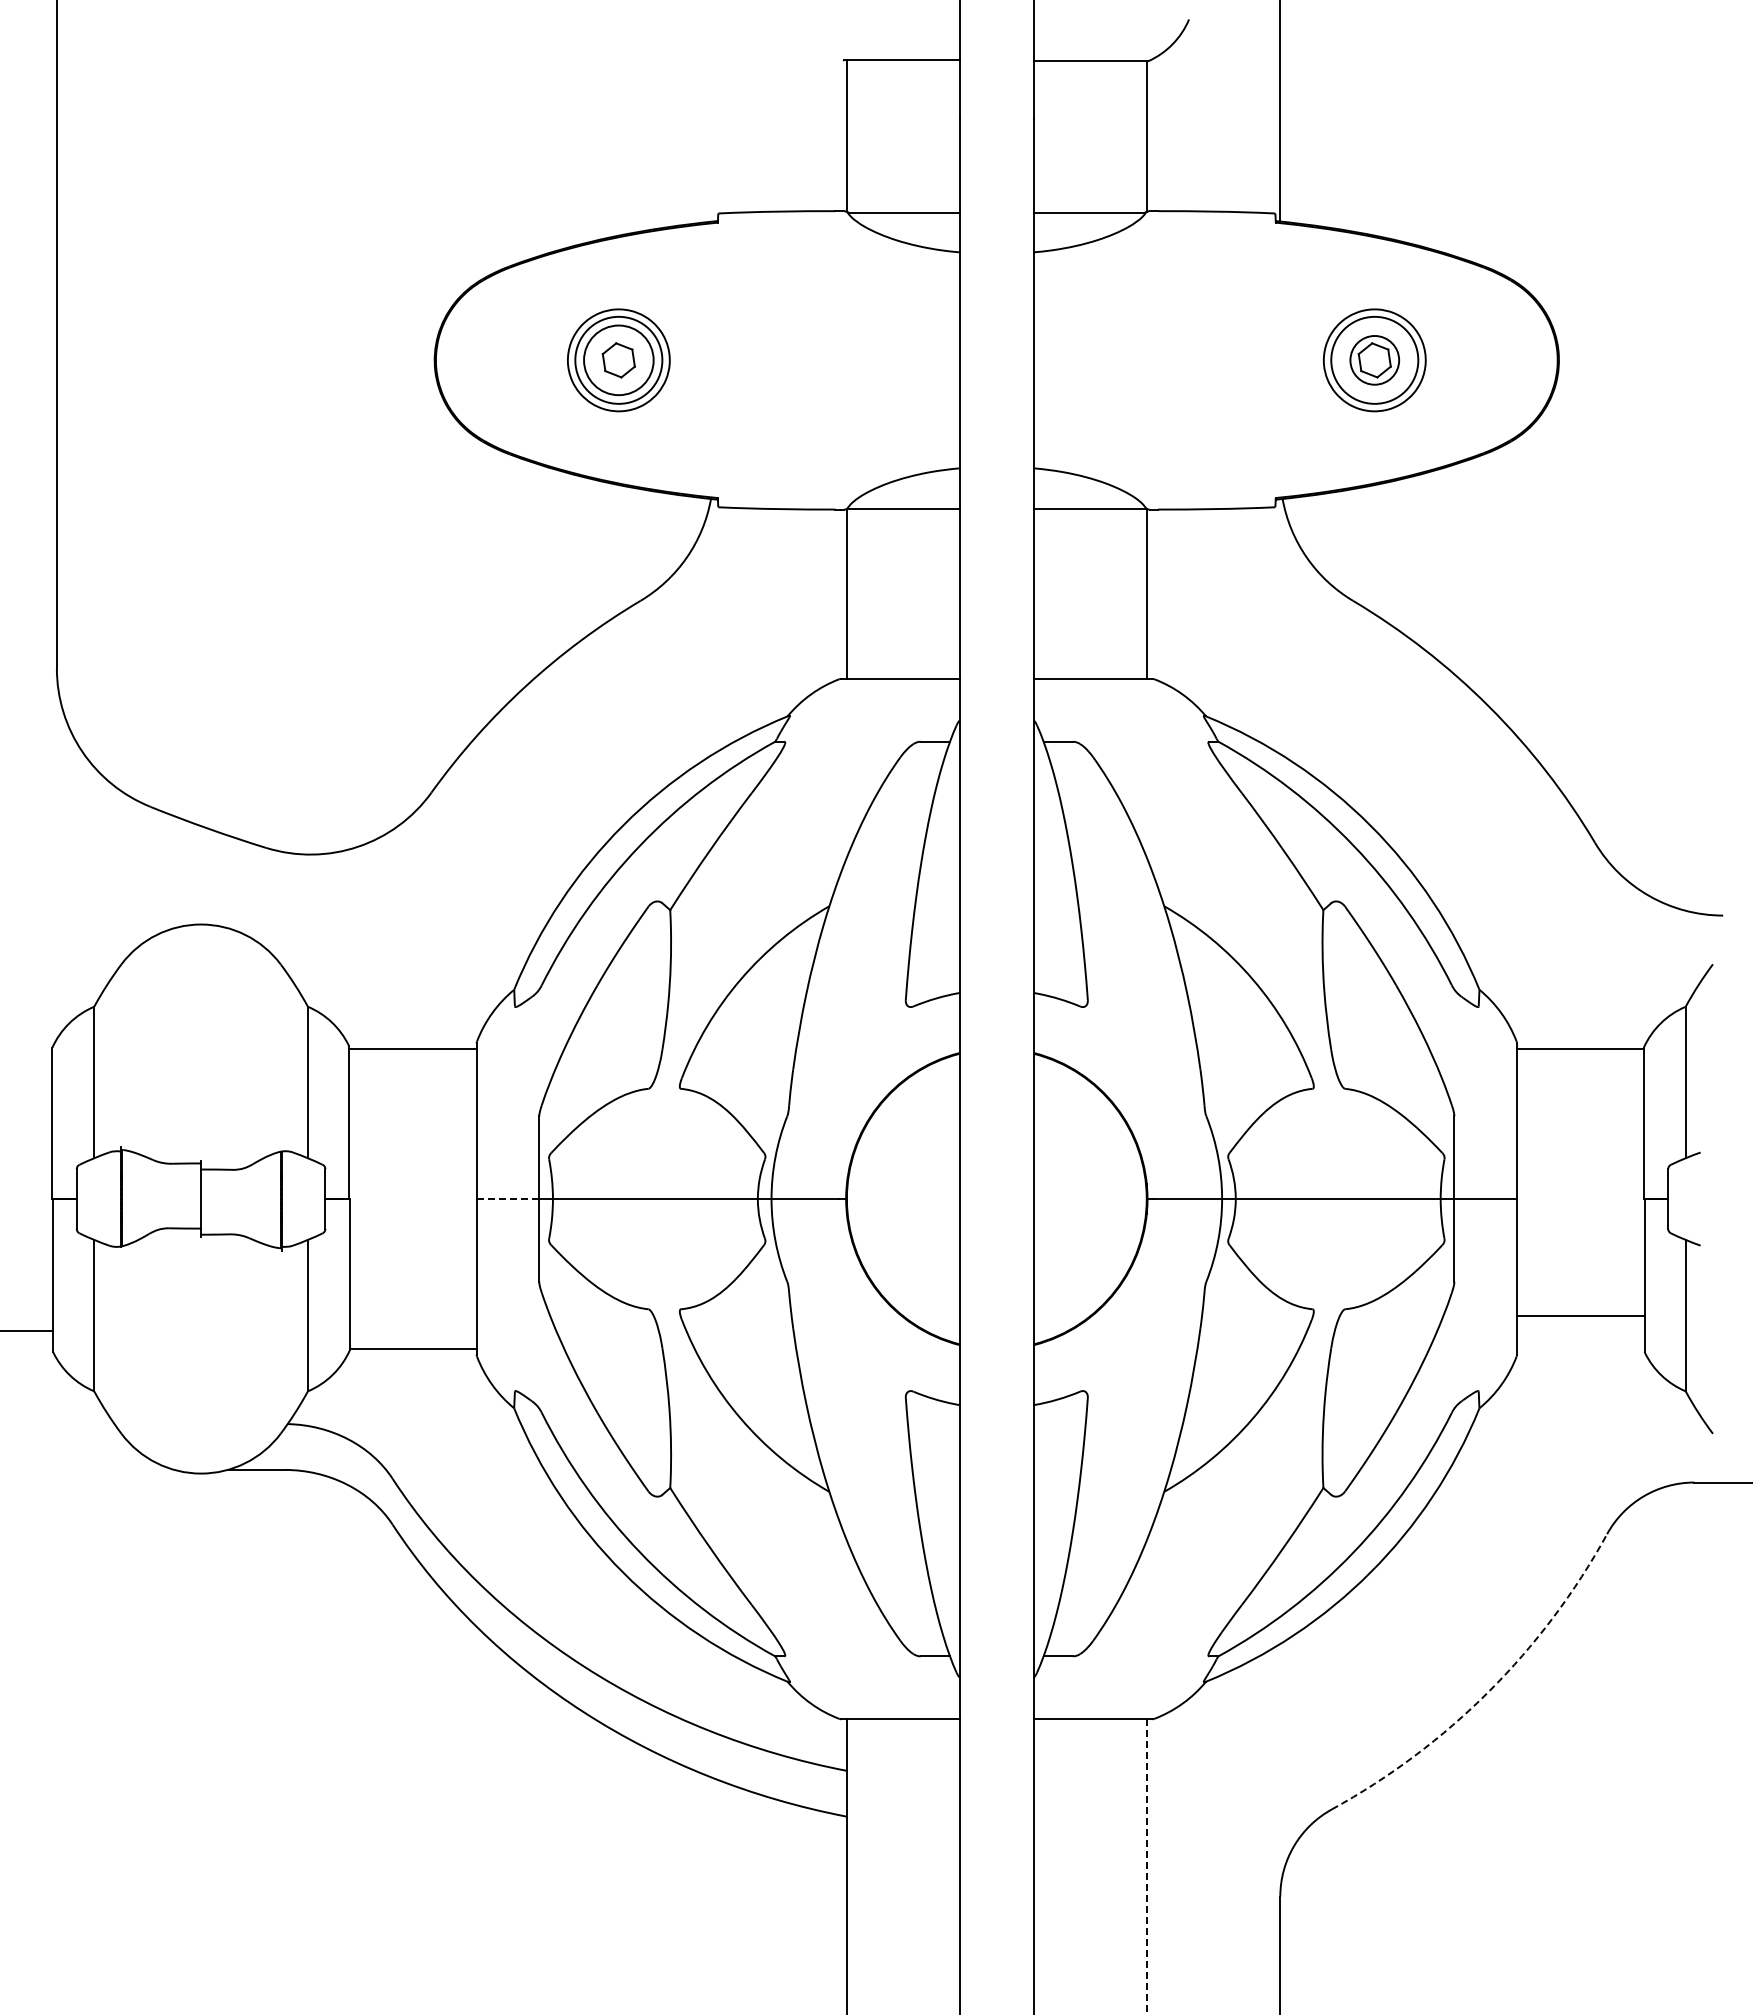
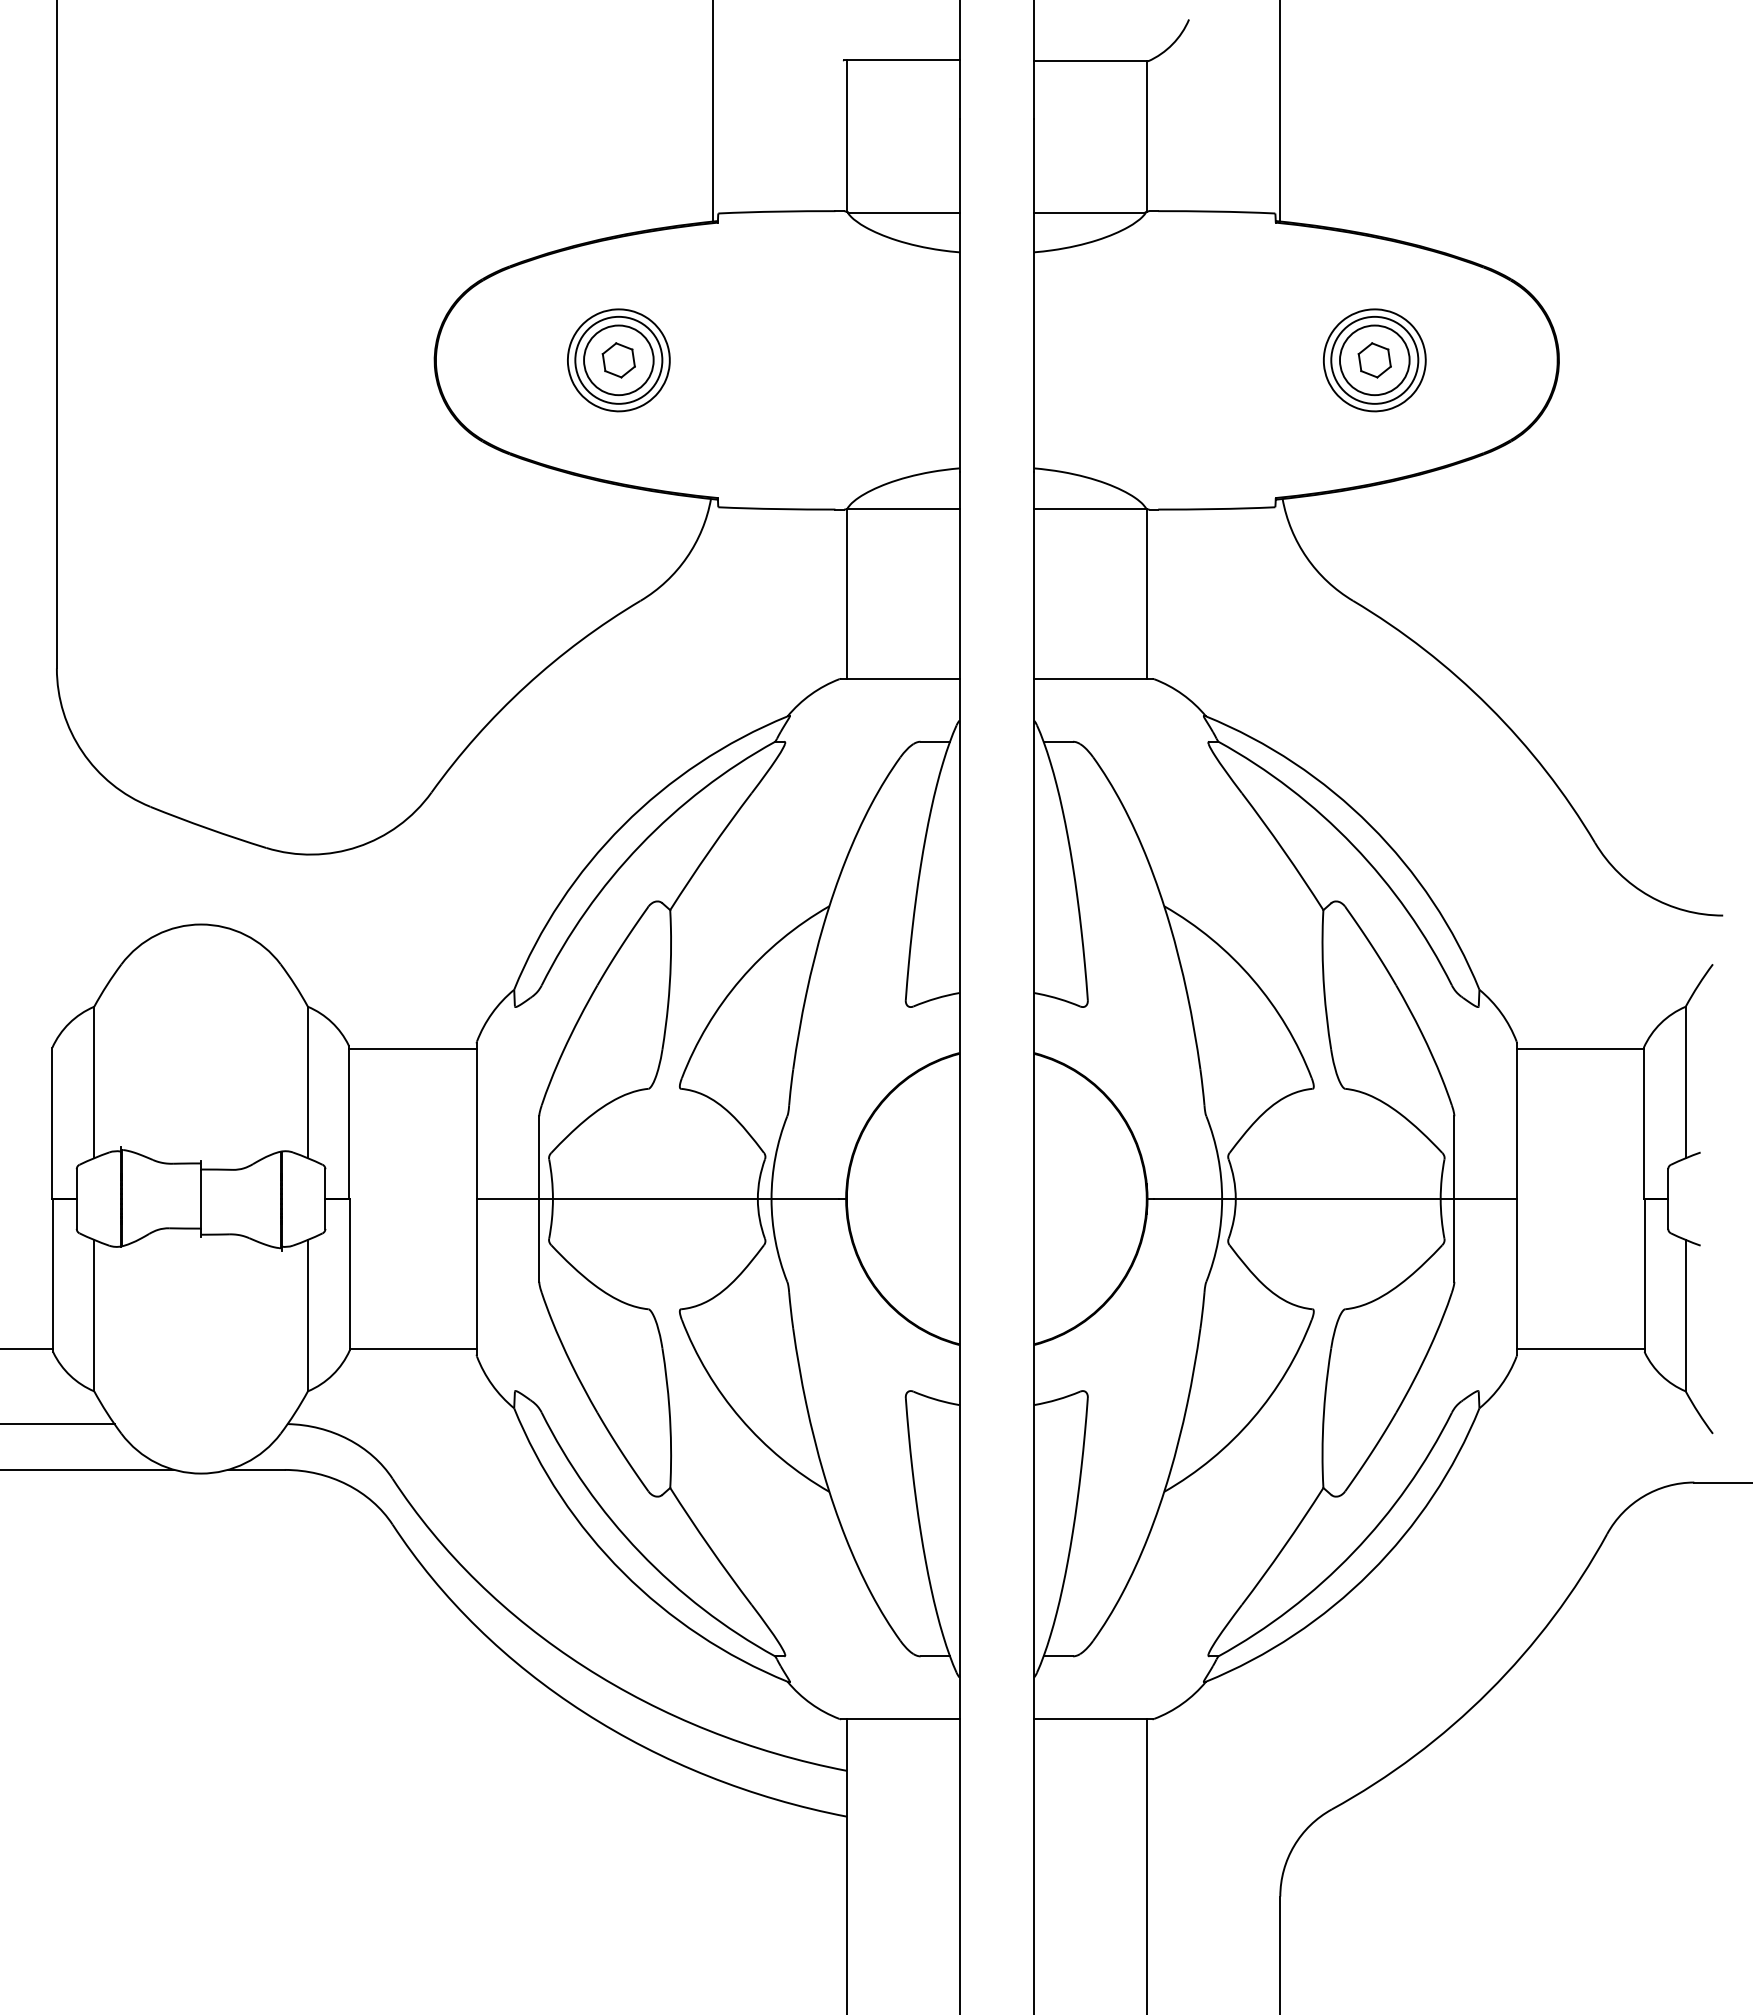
line at (713, 111): none -> present
circle at (1374, 360) diameter: 49 px -> 70 px
line at (508, 1199): dashed -> solid
line at (1580, 1316) position: (1580, 1316) -> (1580, 1349)
line at (27, 1331) position: (27, 1331) -> (27, 1349)
line at (58, 1424): none -> present
line at (88, 1469): none -> present
arc at (1489, 1691): dashed -> solid
line at (1146, 1867): dashed -> solid
